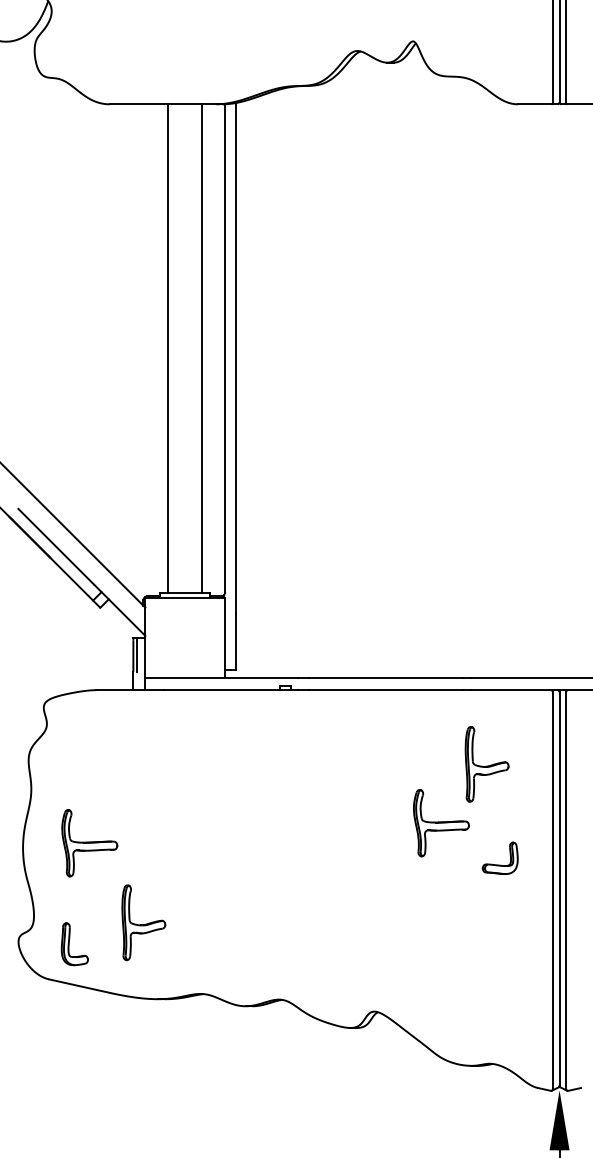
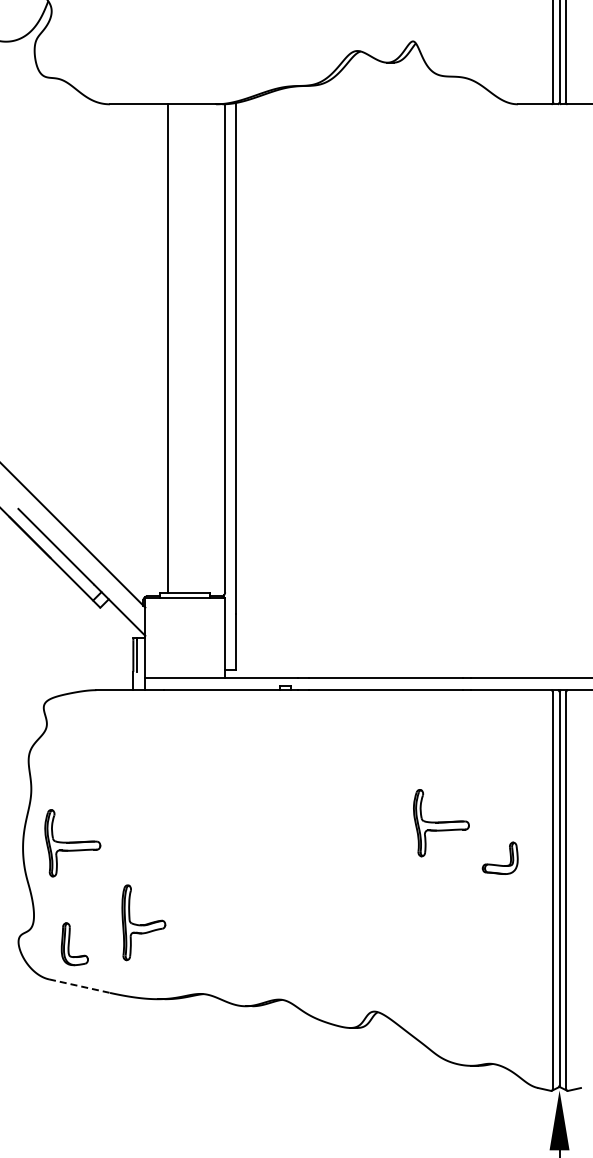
line at (202, 348): present -> none
part at (486, 764): present -> none
part at (89, 843) position: (89, 843) -> (72, 843)
line at (80, 986): solid -> dashed
